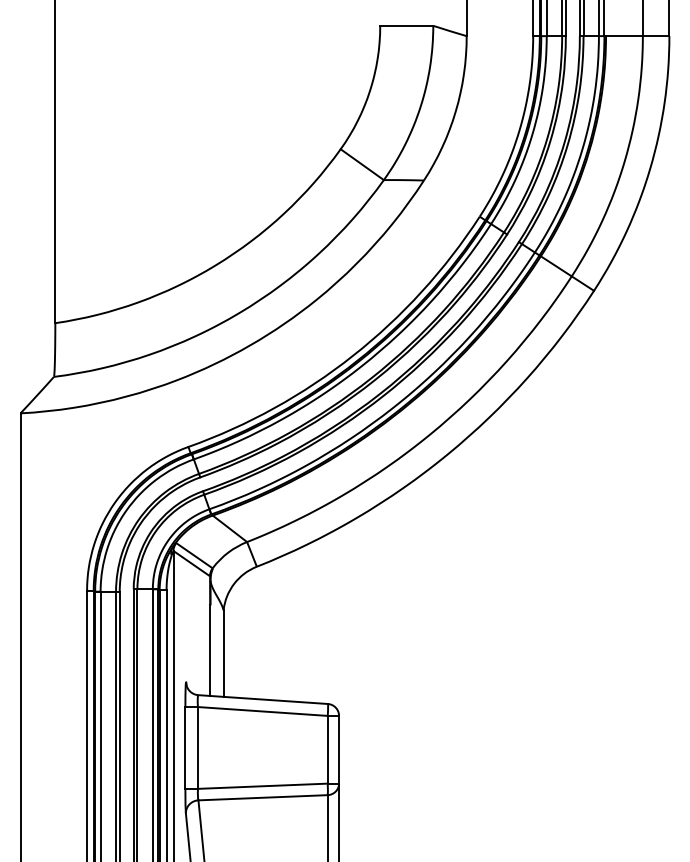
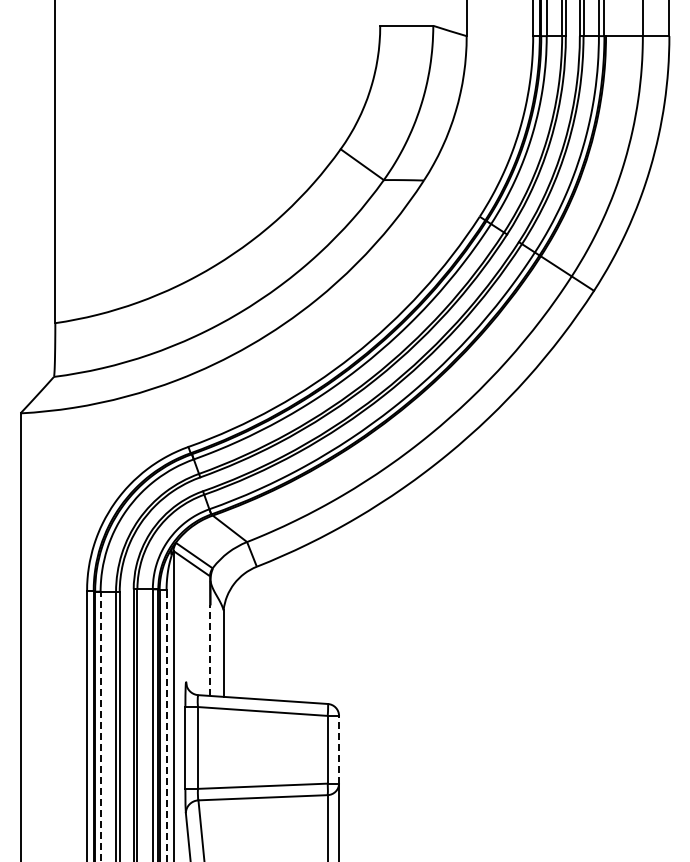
line at (210, 650): solid -> dashed
line at (166, 725): solid -> dashed
line at (100, 726): solid -> dashed
line at (339, 749): solid -> dashed
